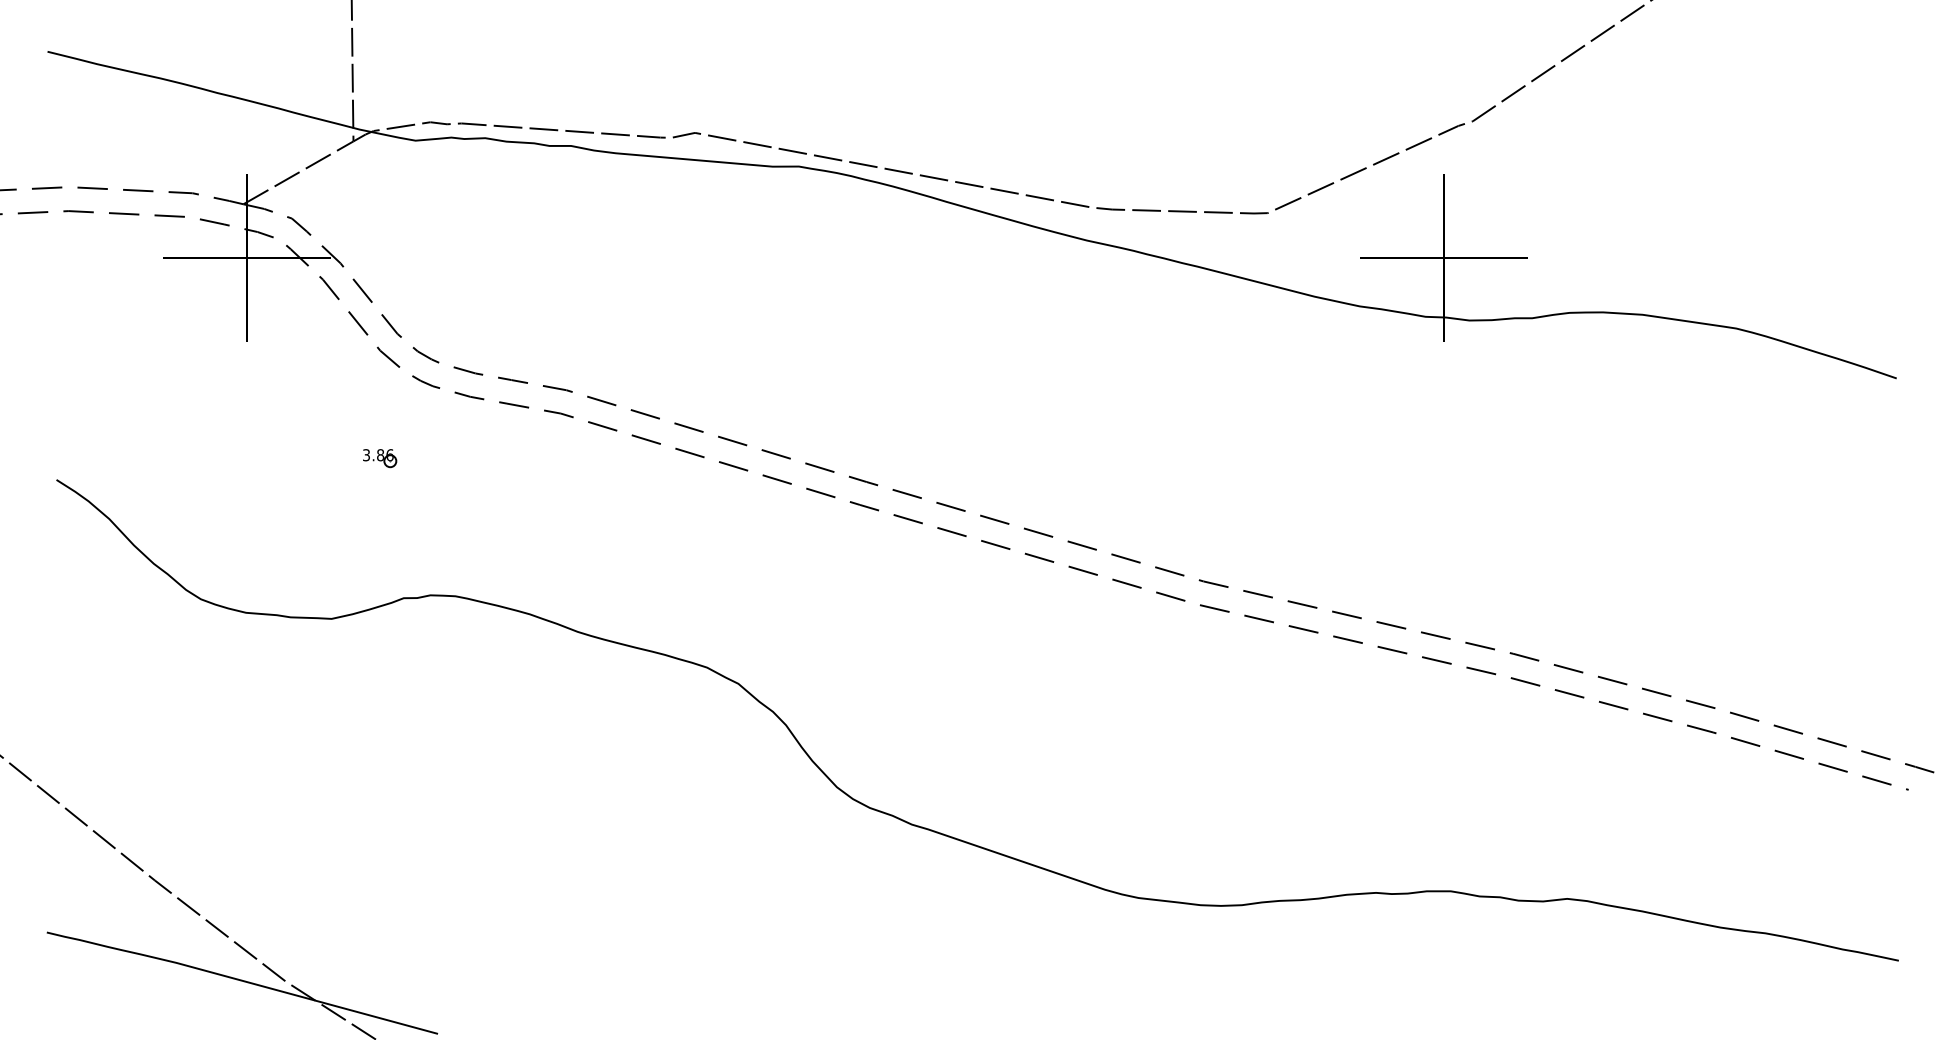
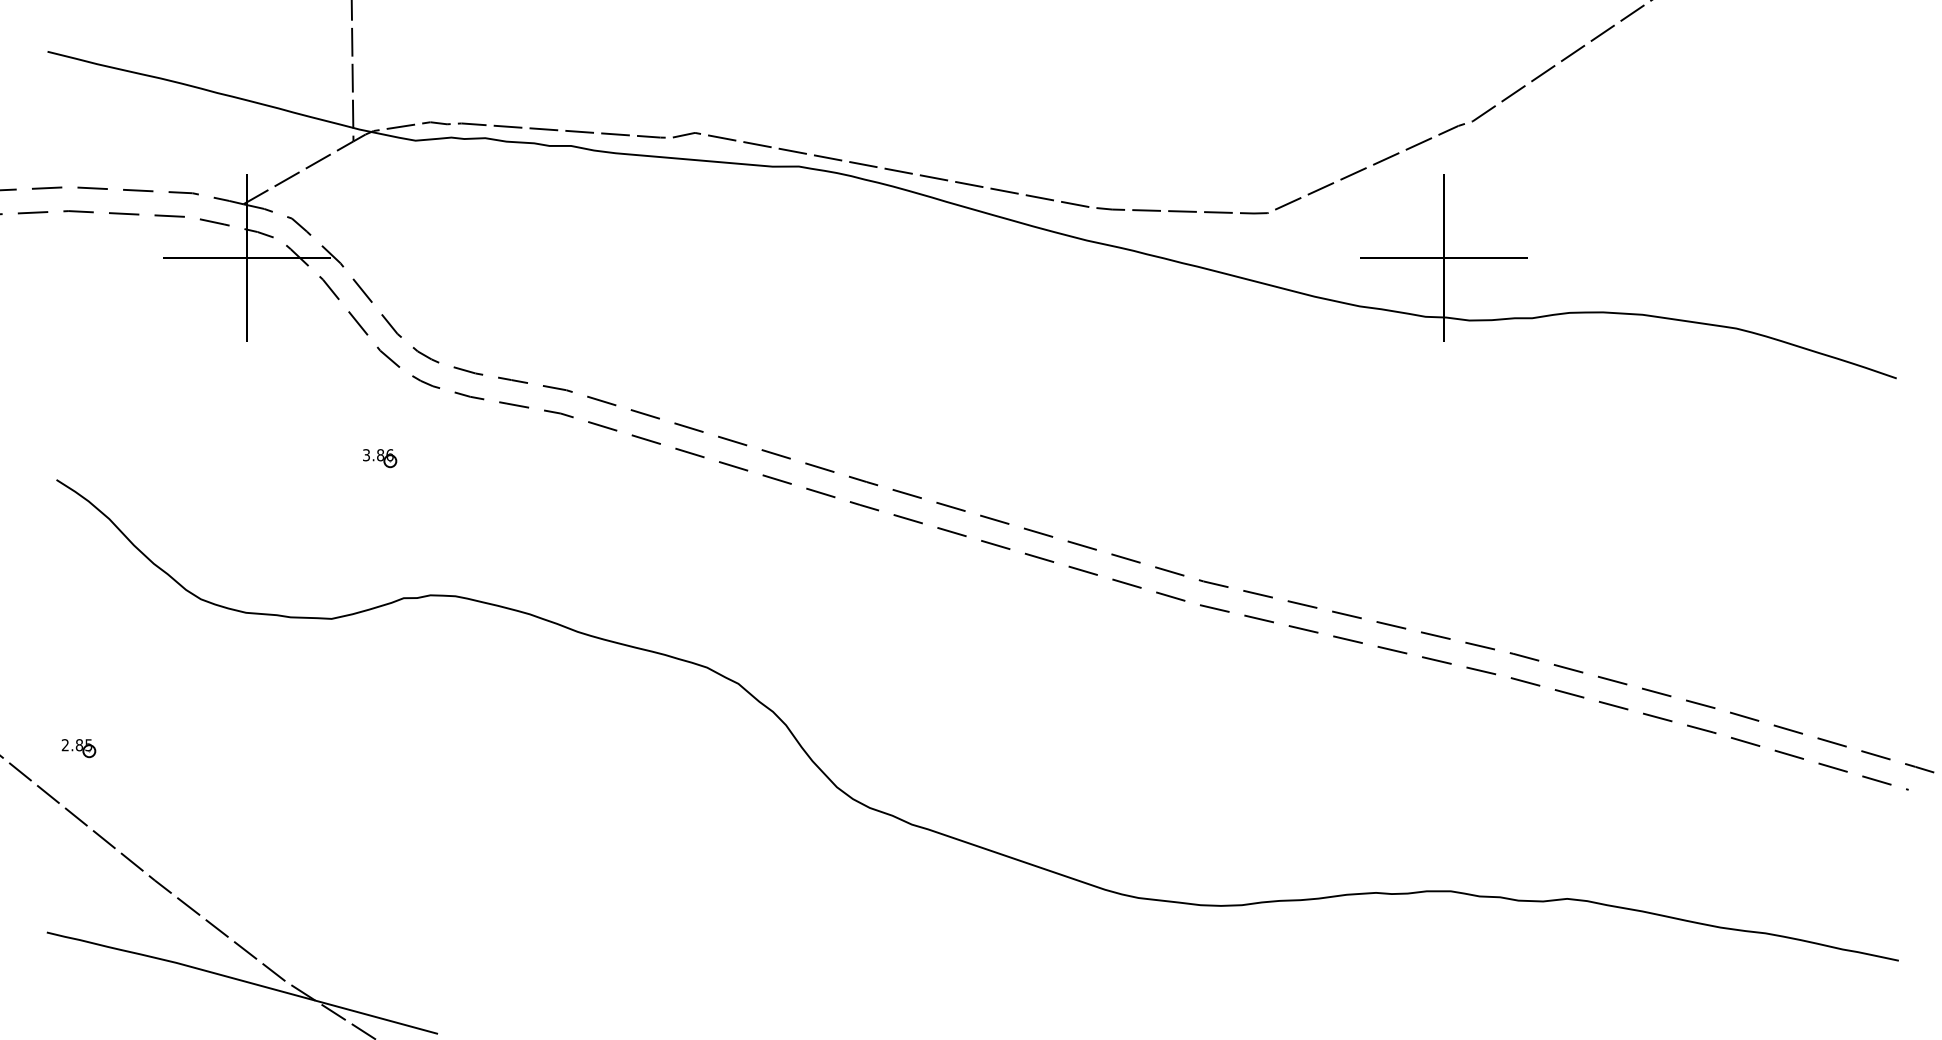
part at (78, 748): none -> present
